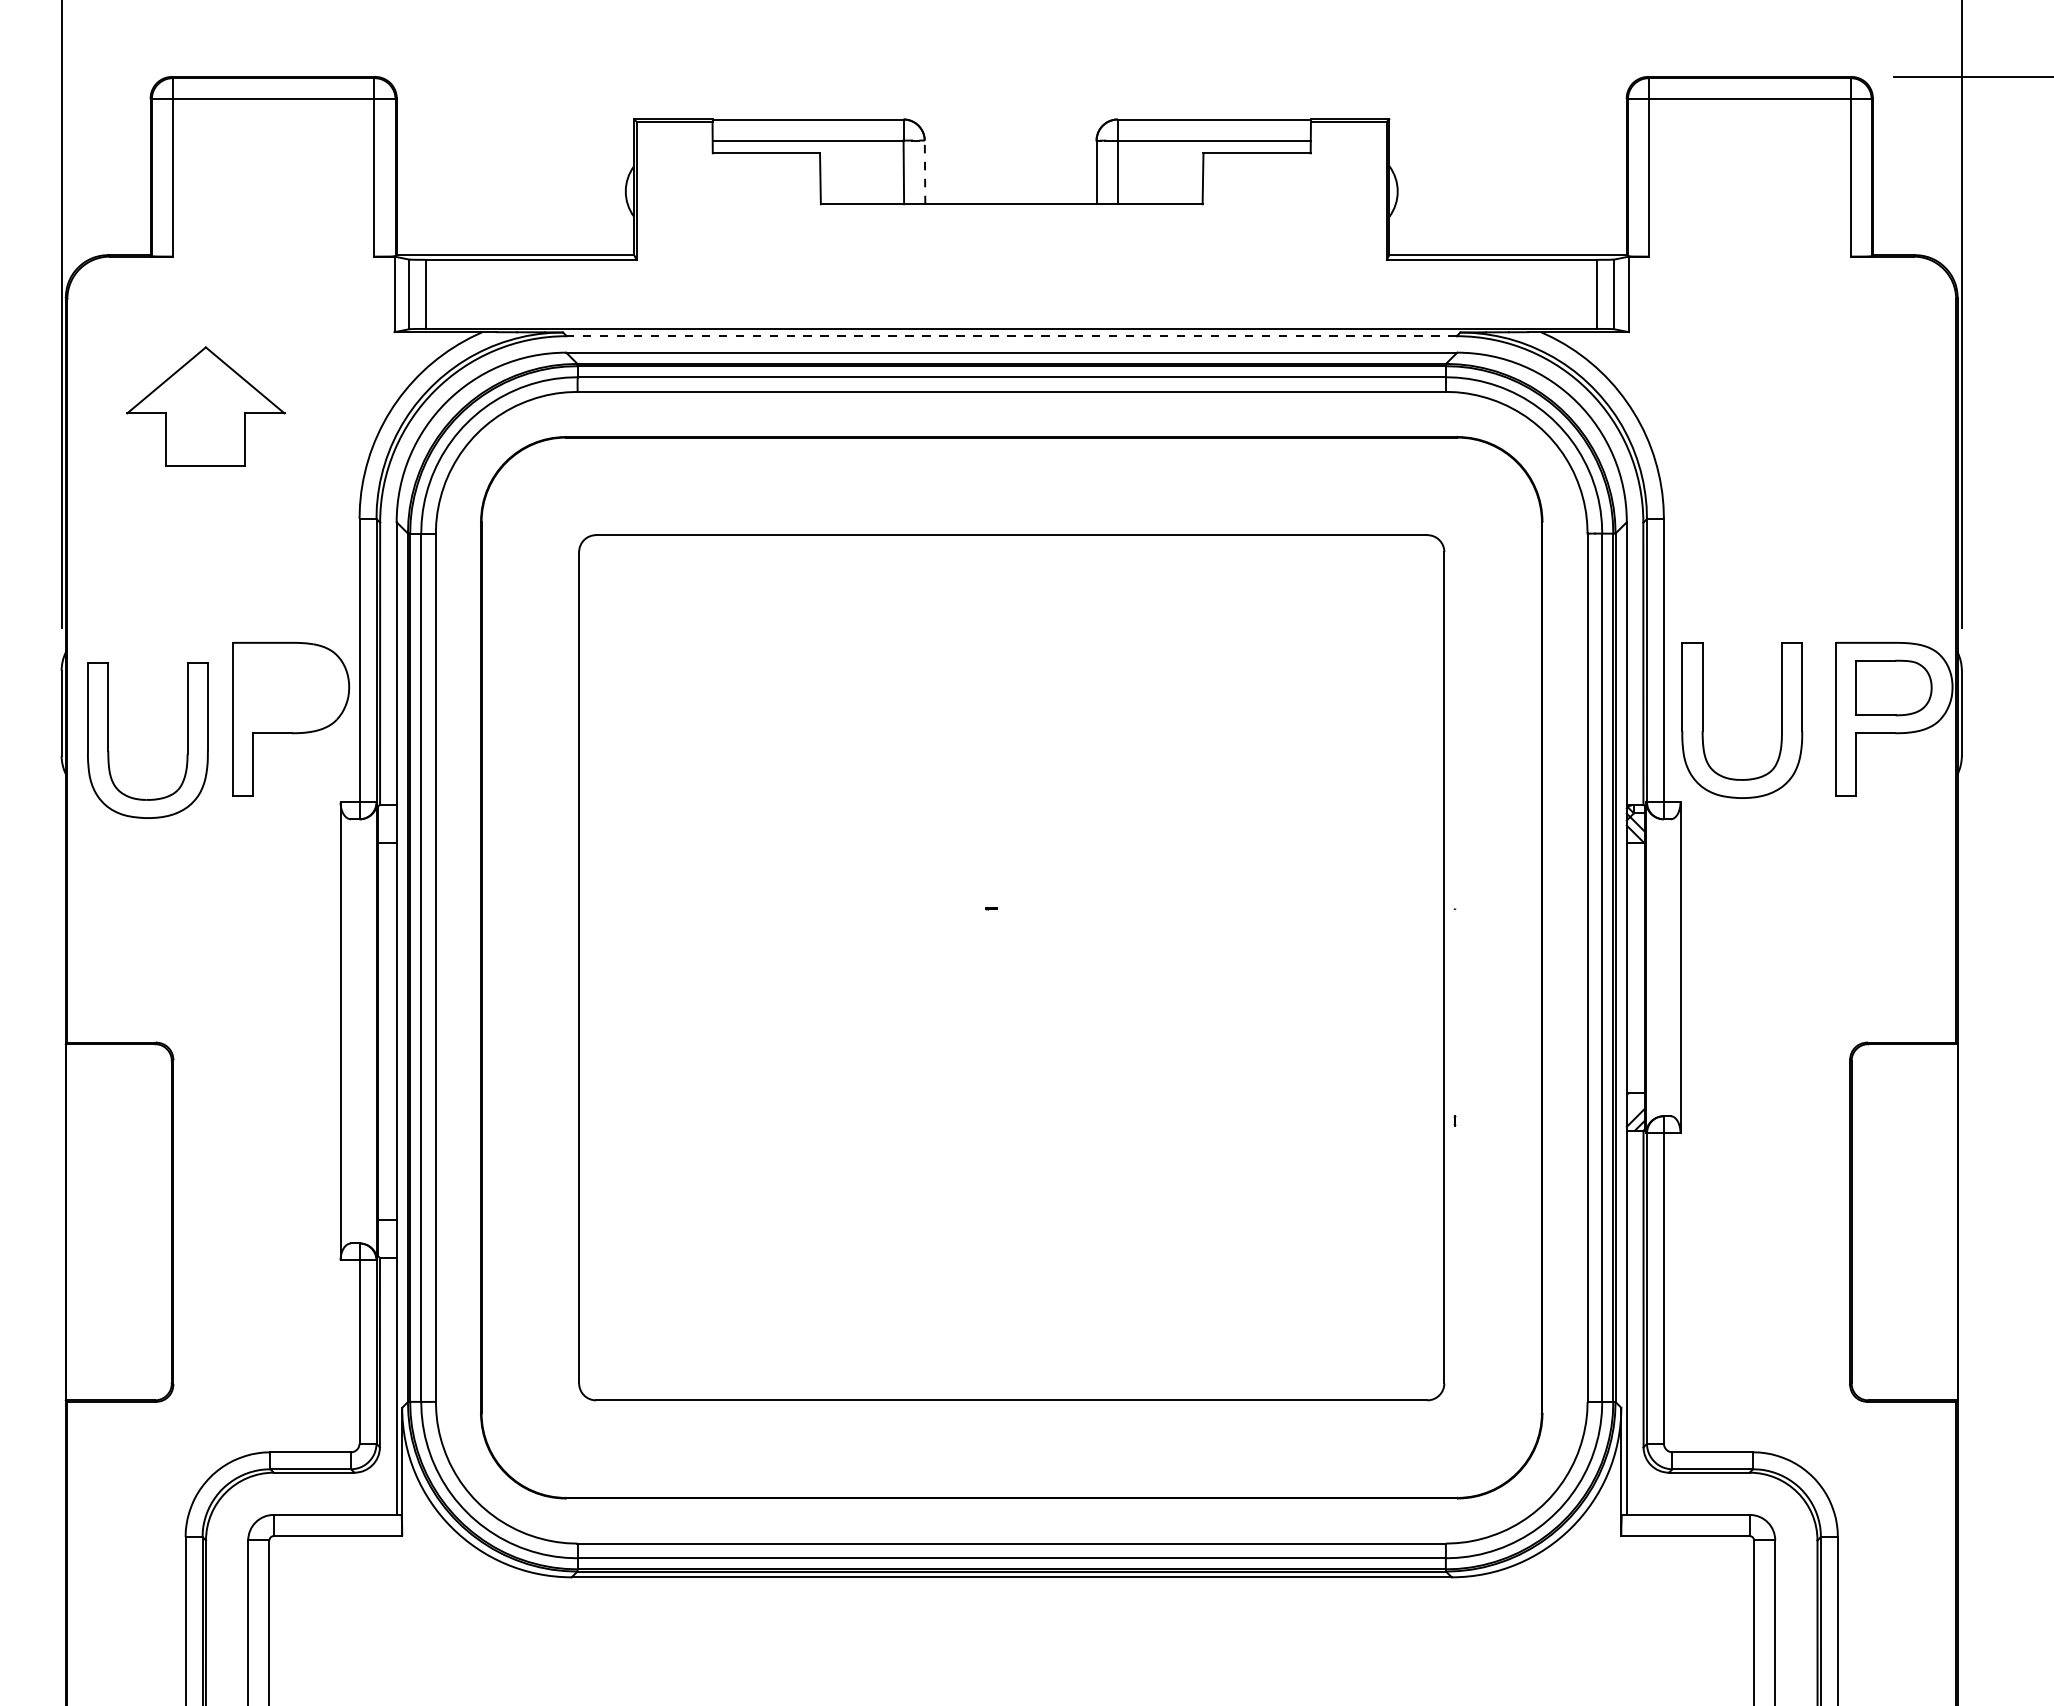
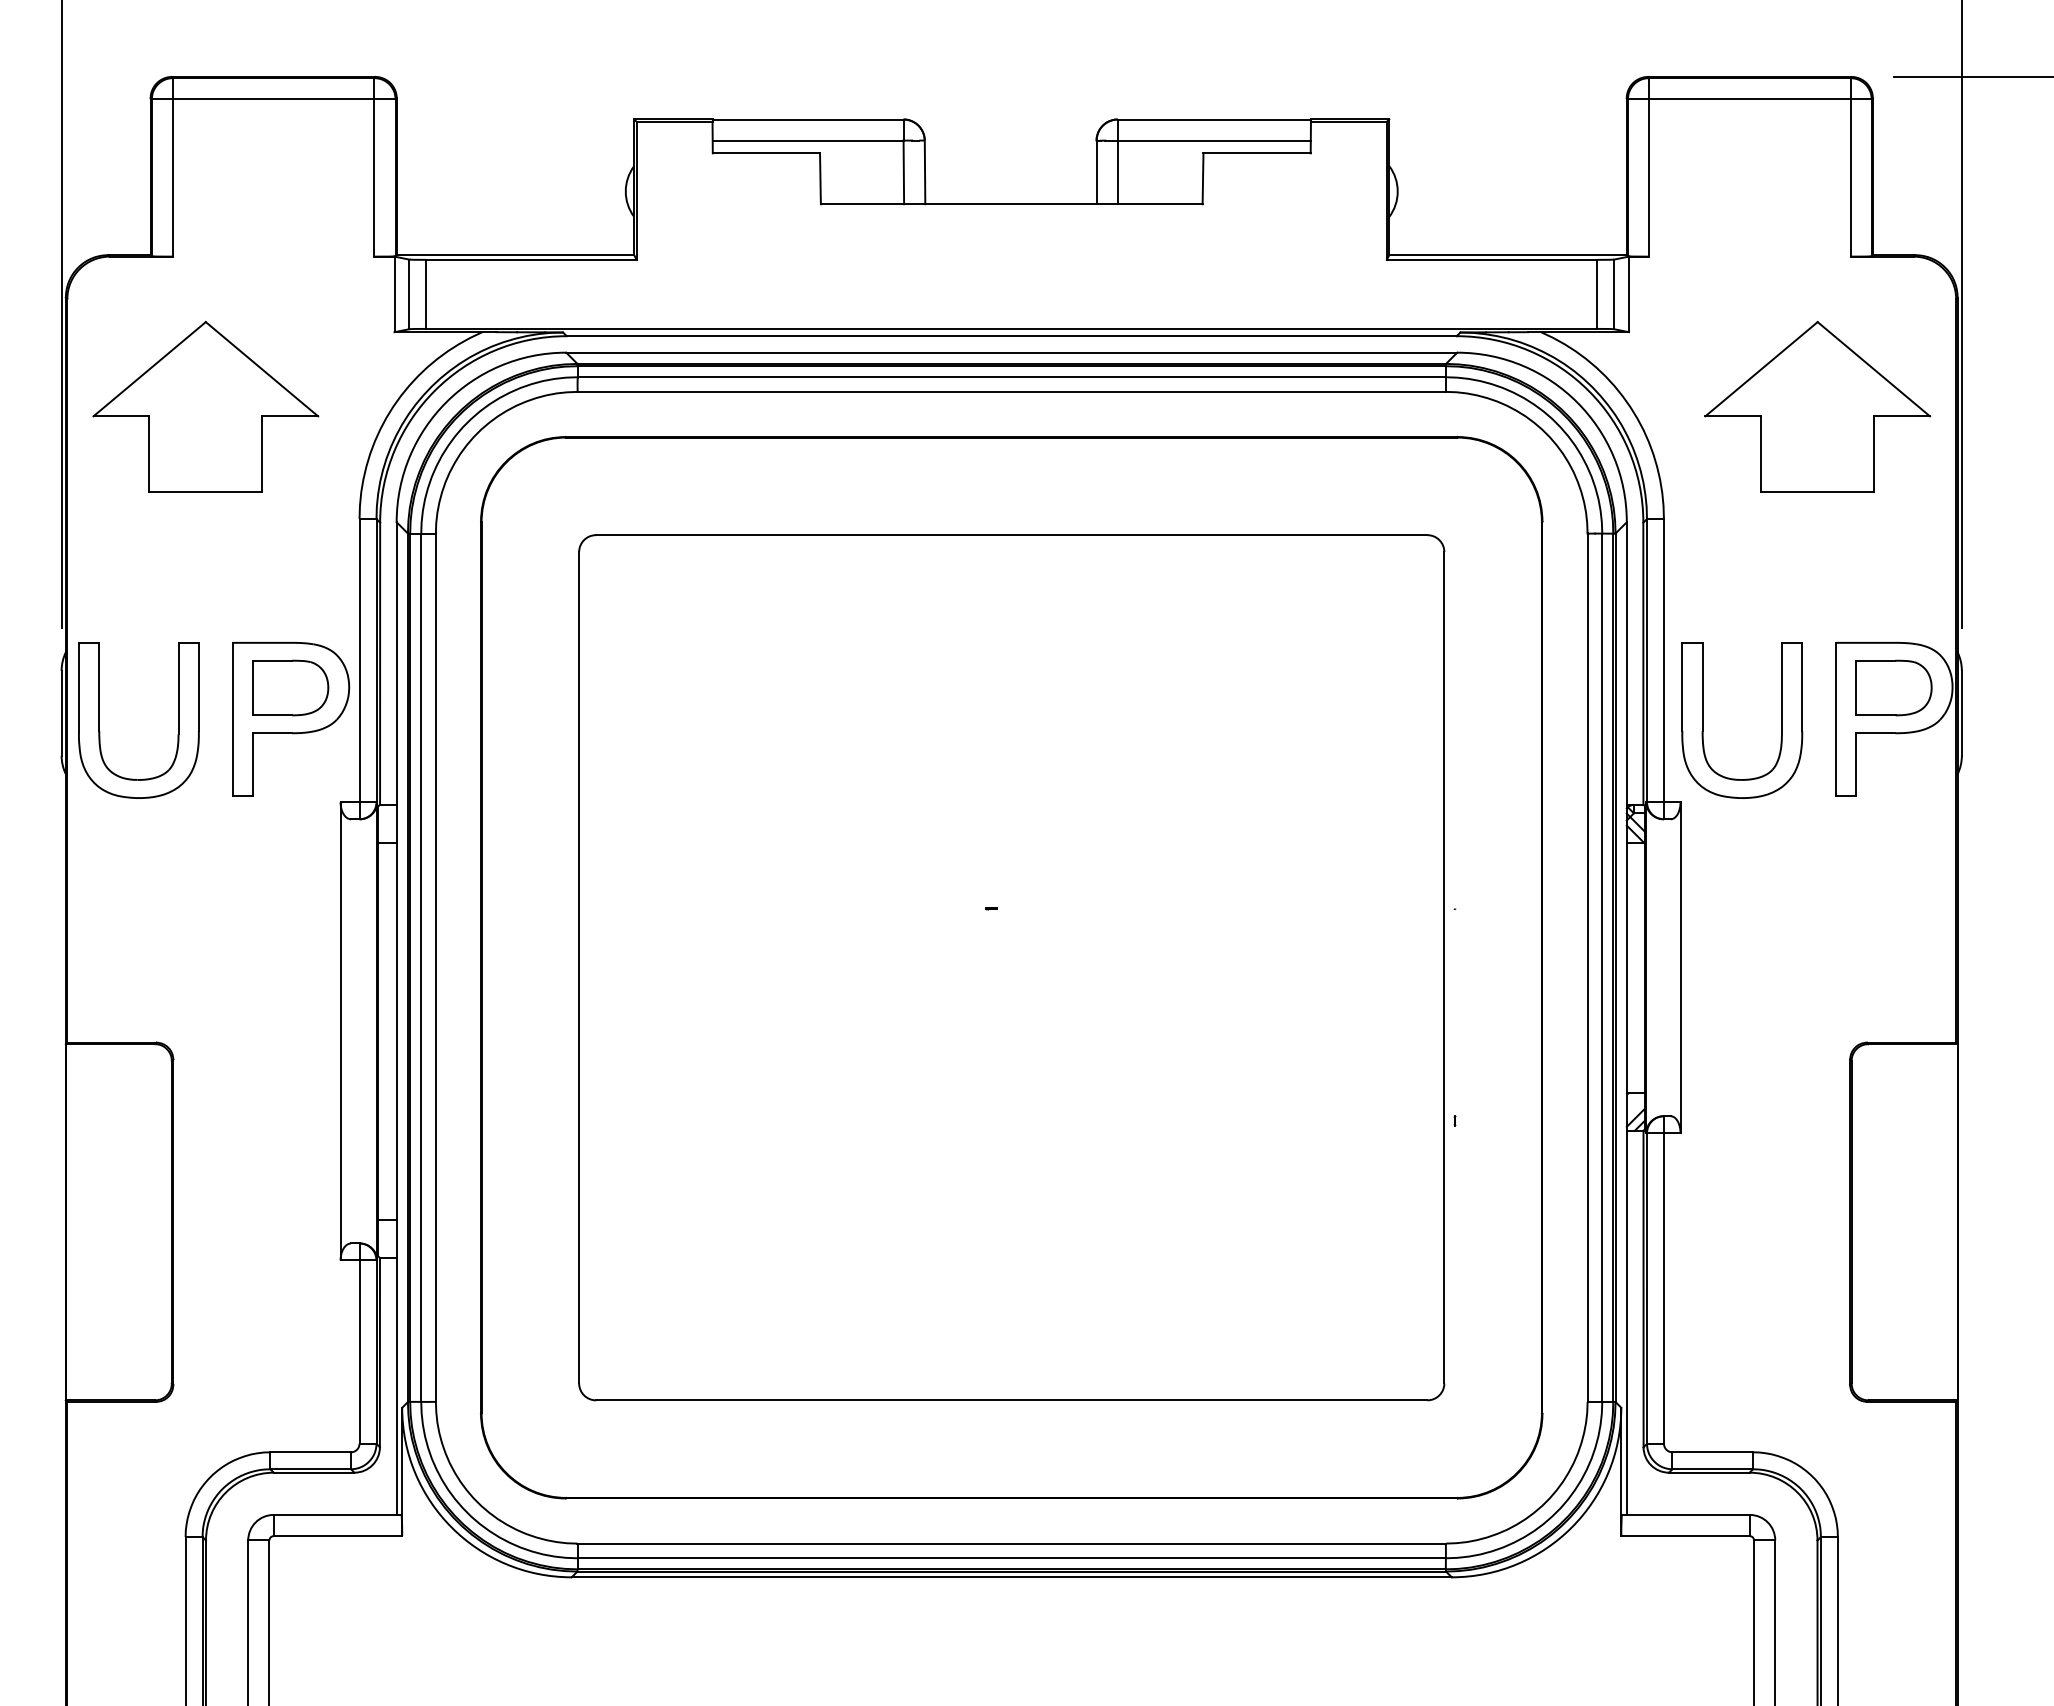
line at (925, 172): dashed -> solid
line at (1011, 336): dashed -> solid
part at (205, 406) size: 160x121 px -> 228x173 px
part at (1817, 406): none -> present
part at (290, 687): none -> present
part at (108, 740) position: (108, 740) -> (99, 720)
